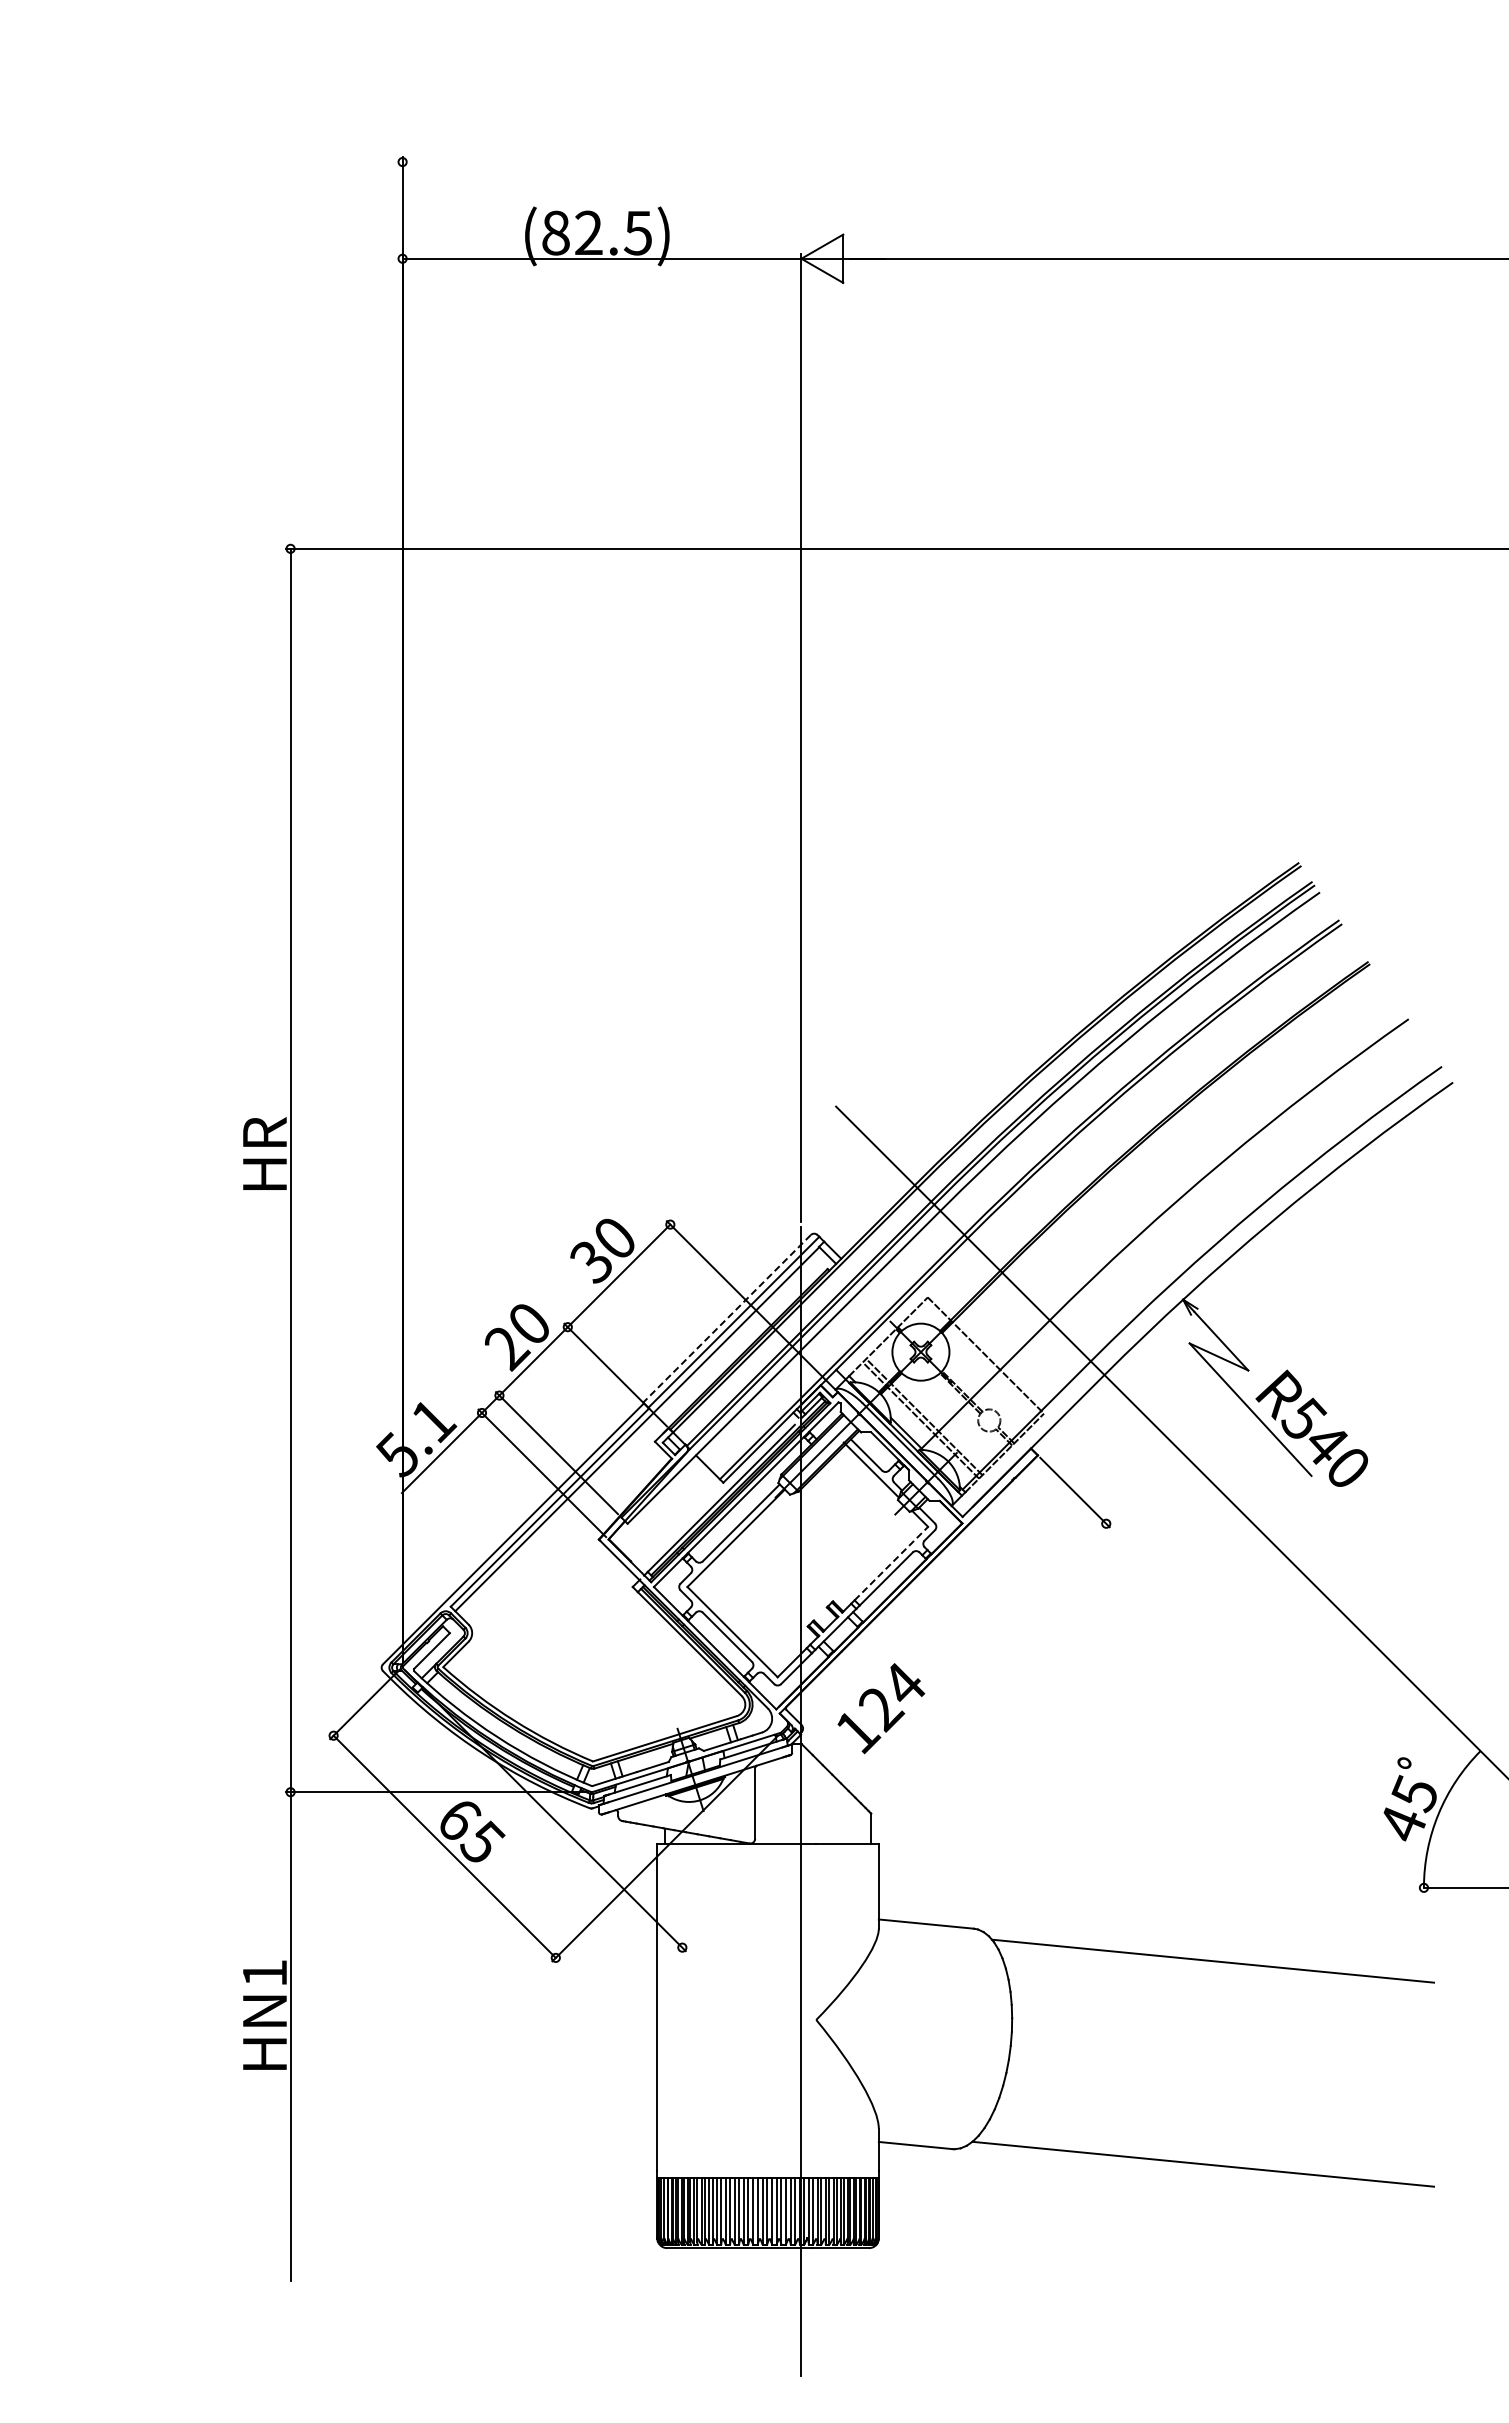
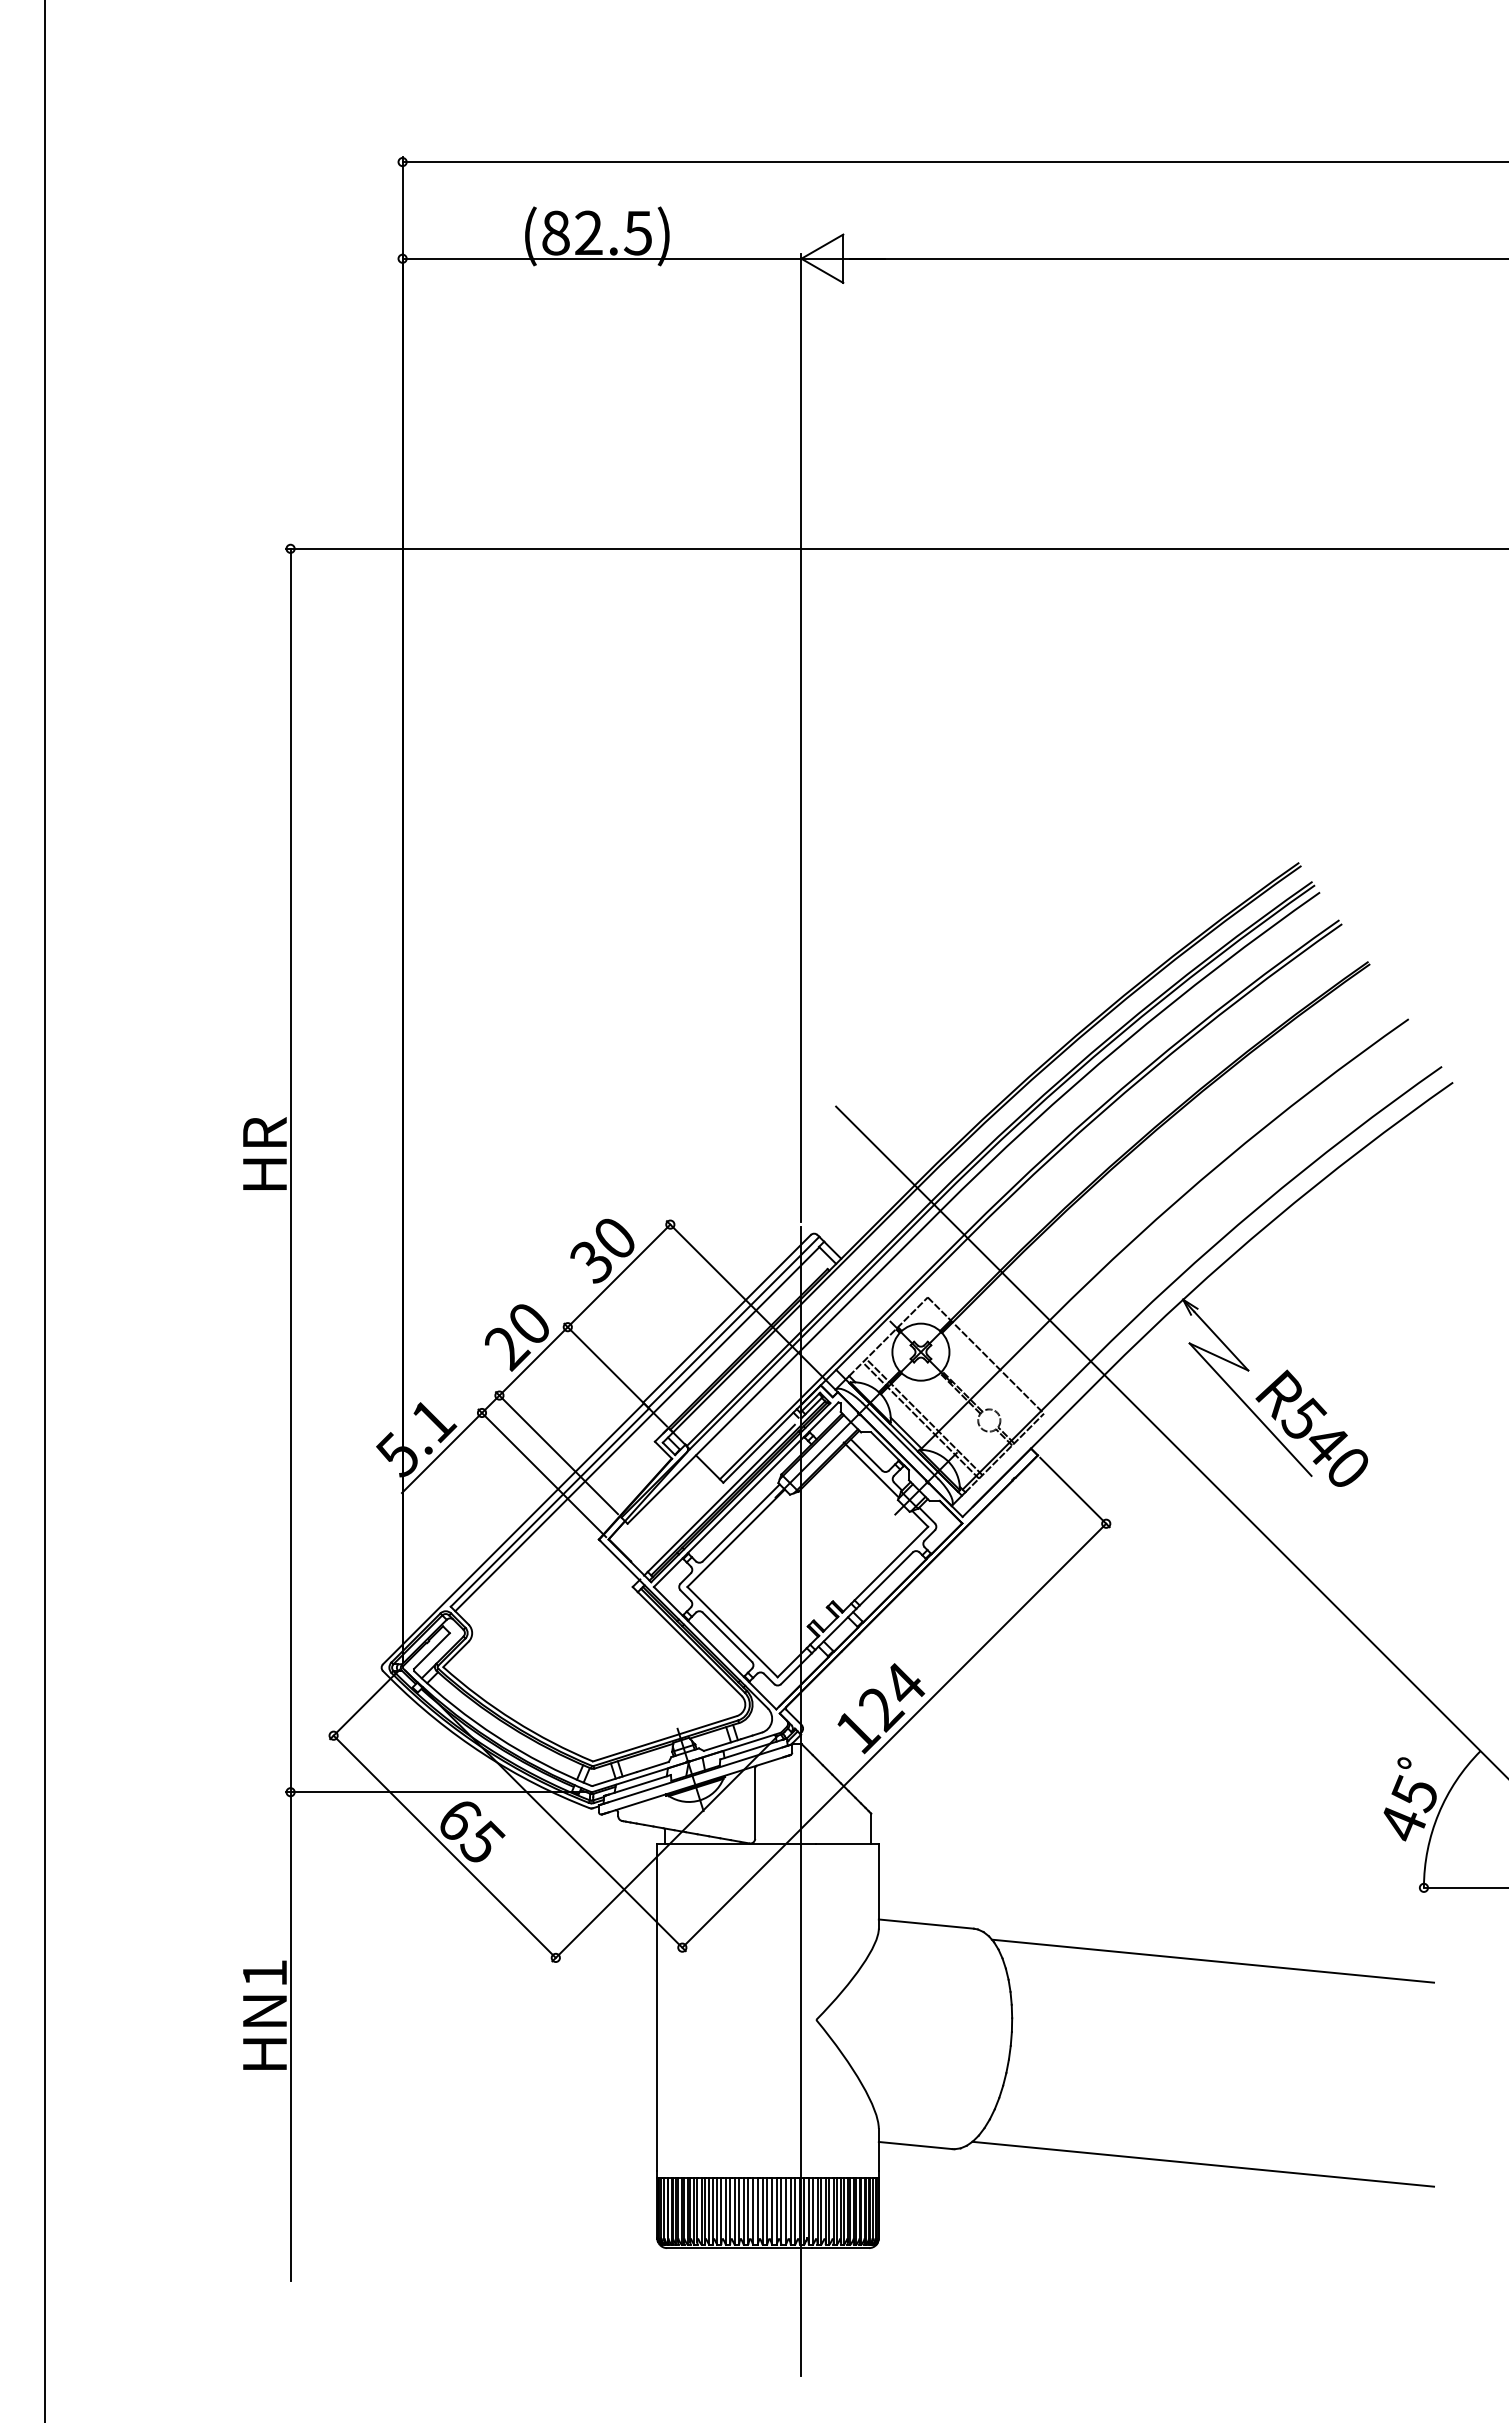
line at (953, 162): none -> present
line at (45, 1210): none -> present
line at (726, 1319): dashed -> solid
line at (891, 1563): dashed -> solid
line at (894, 1735): none -> present
